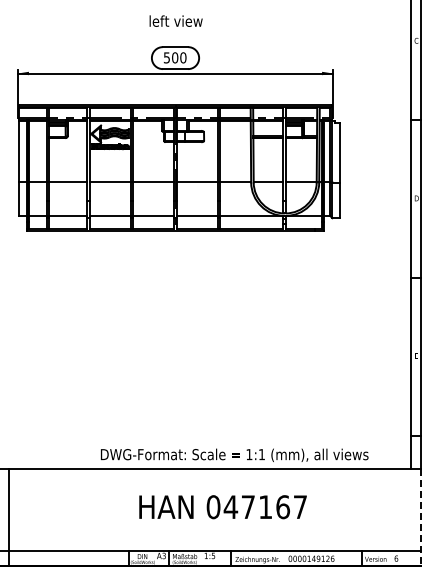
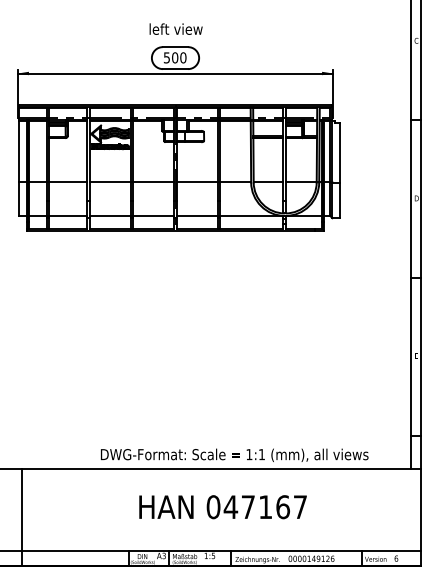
text at (175, 20) position: (175, 20) -> (175, 28)
line at (9, 517) position: (9, 517) -> (22, 517)
line at (420, 517): dashed -> solid
